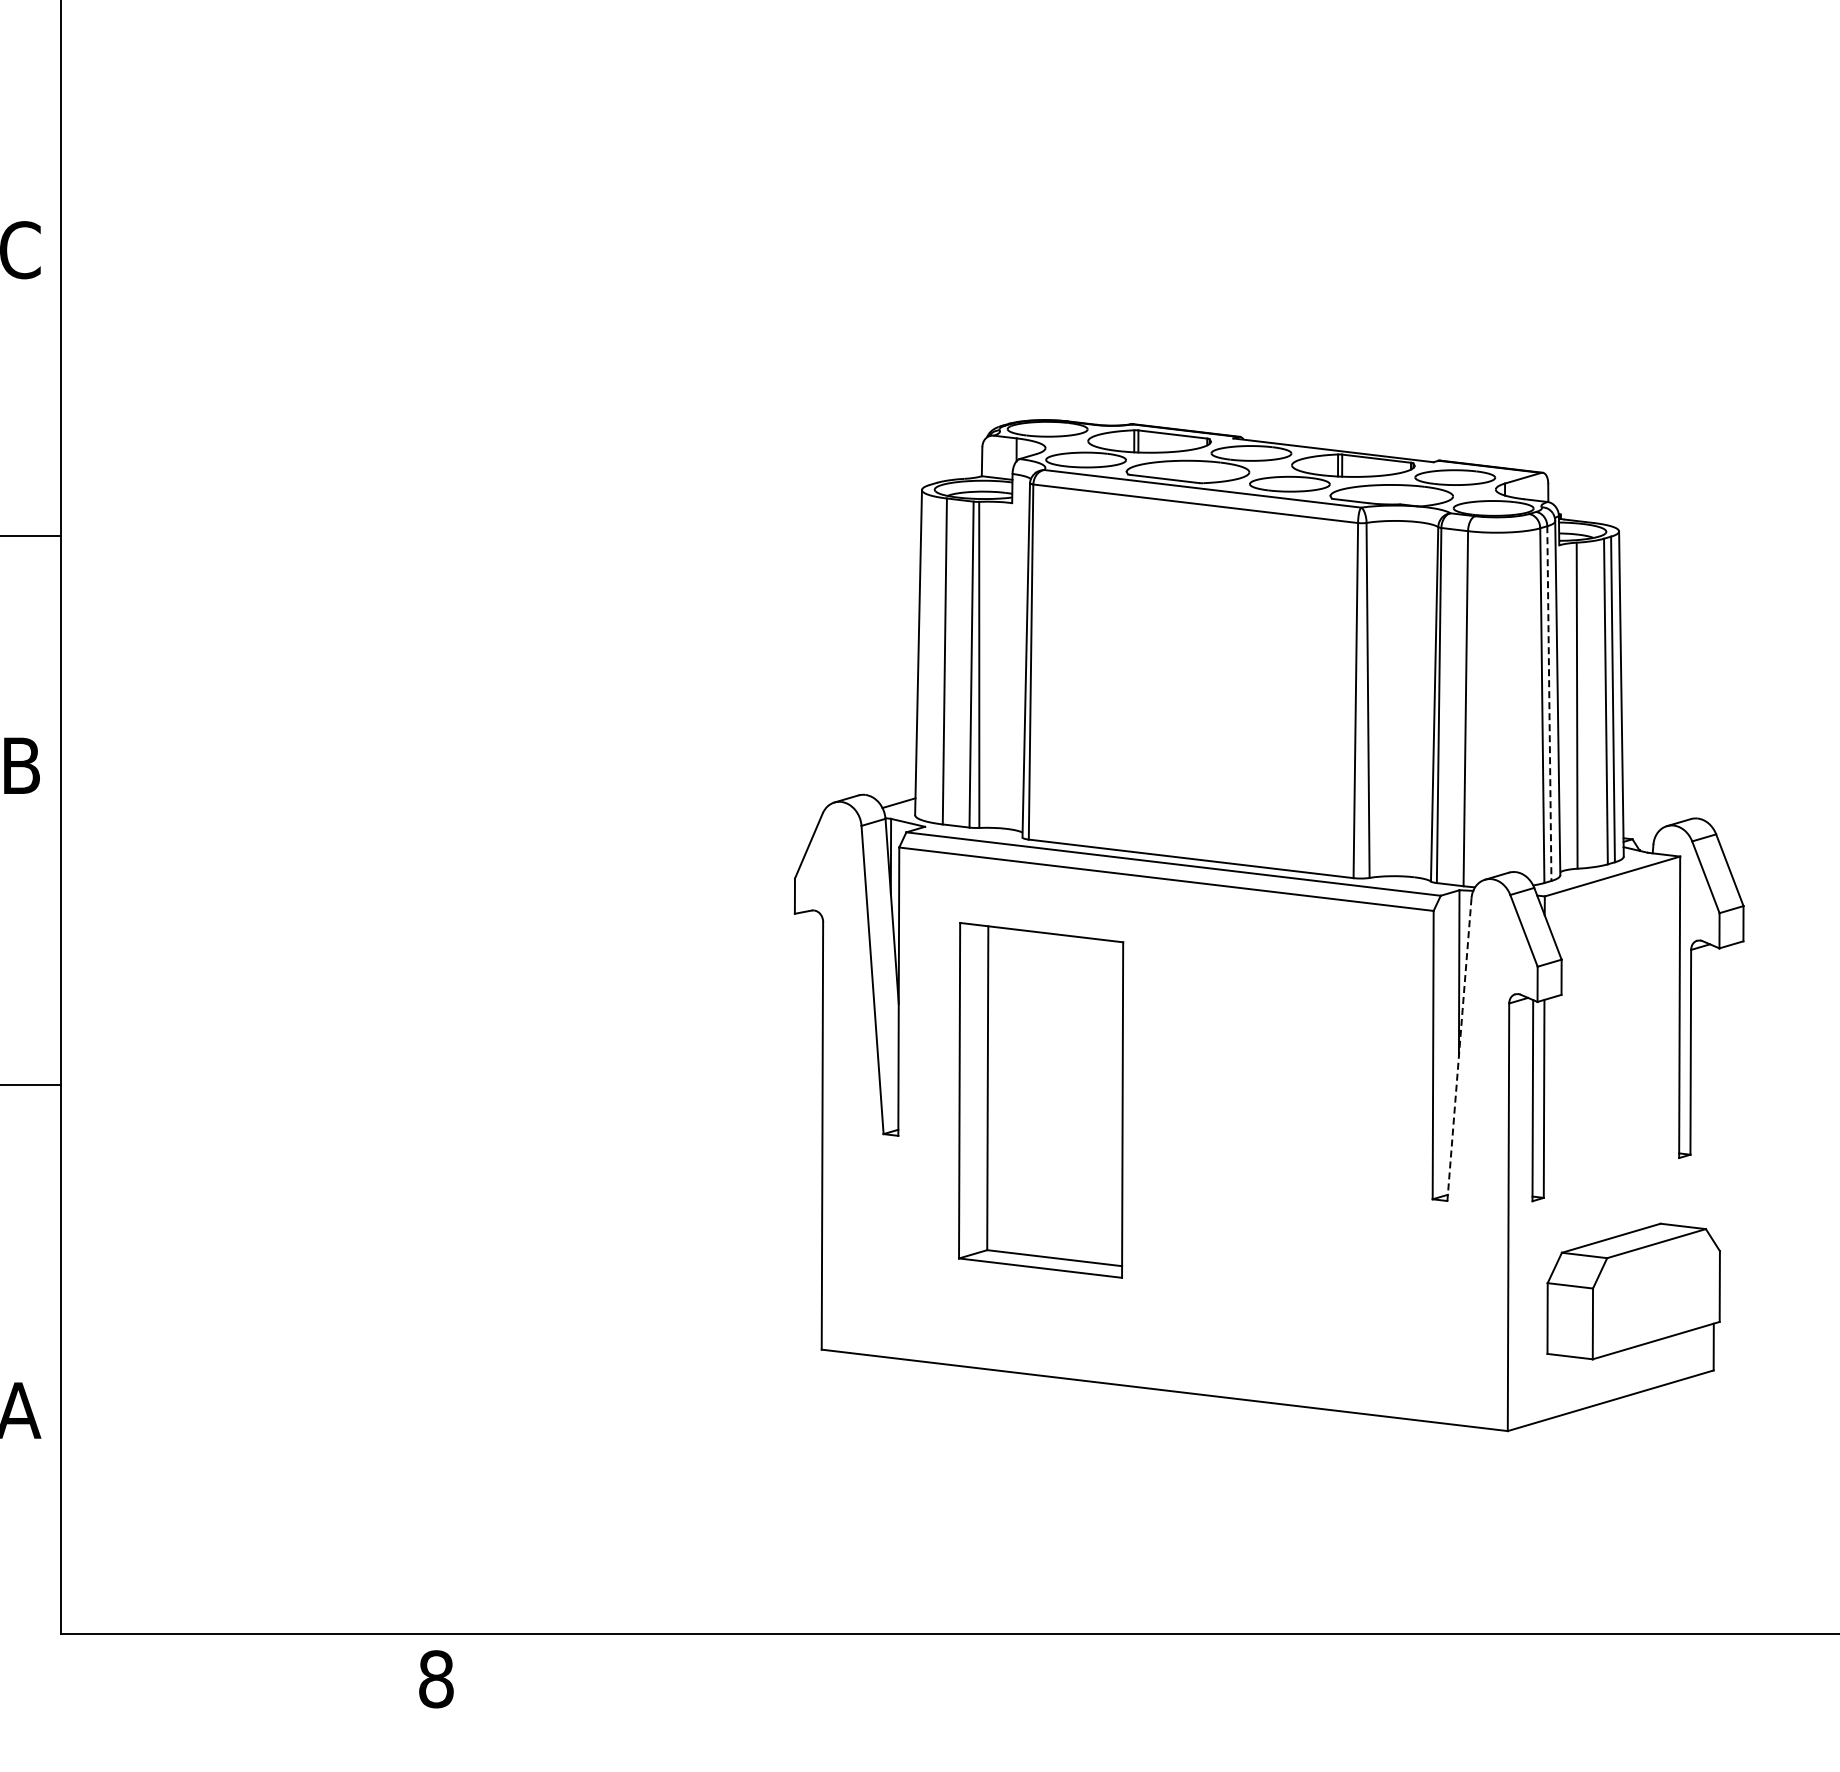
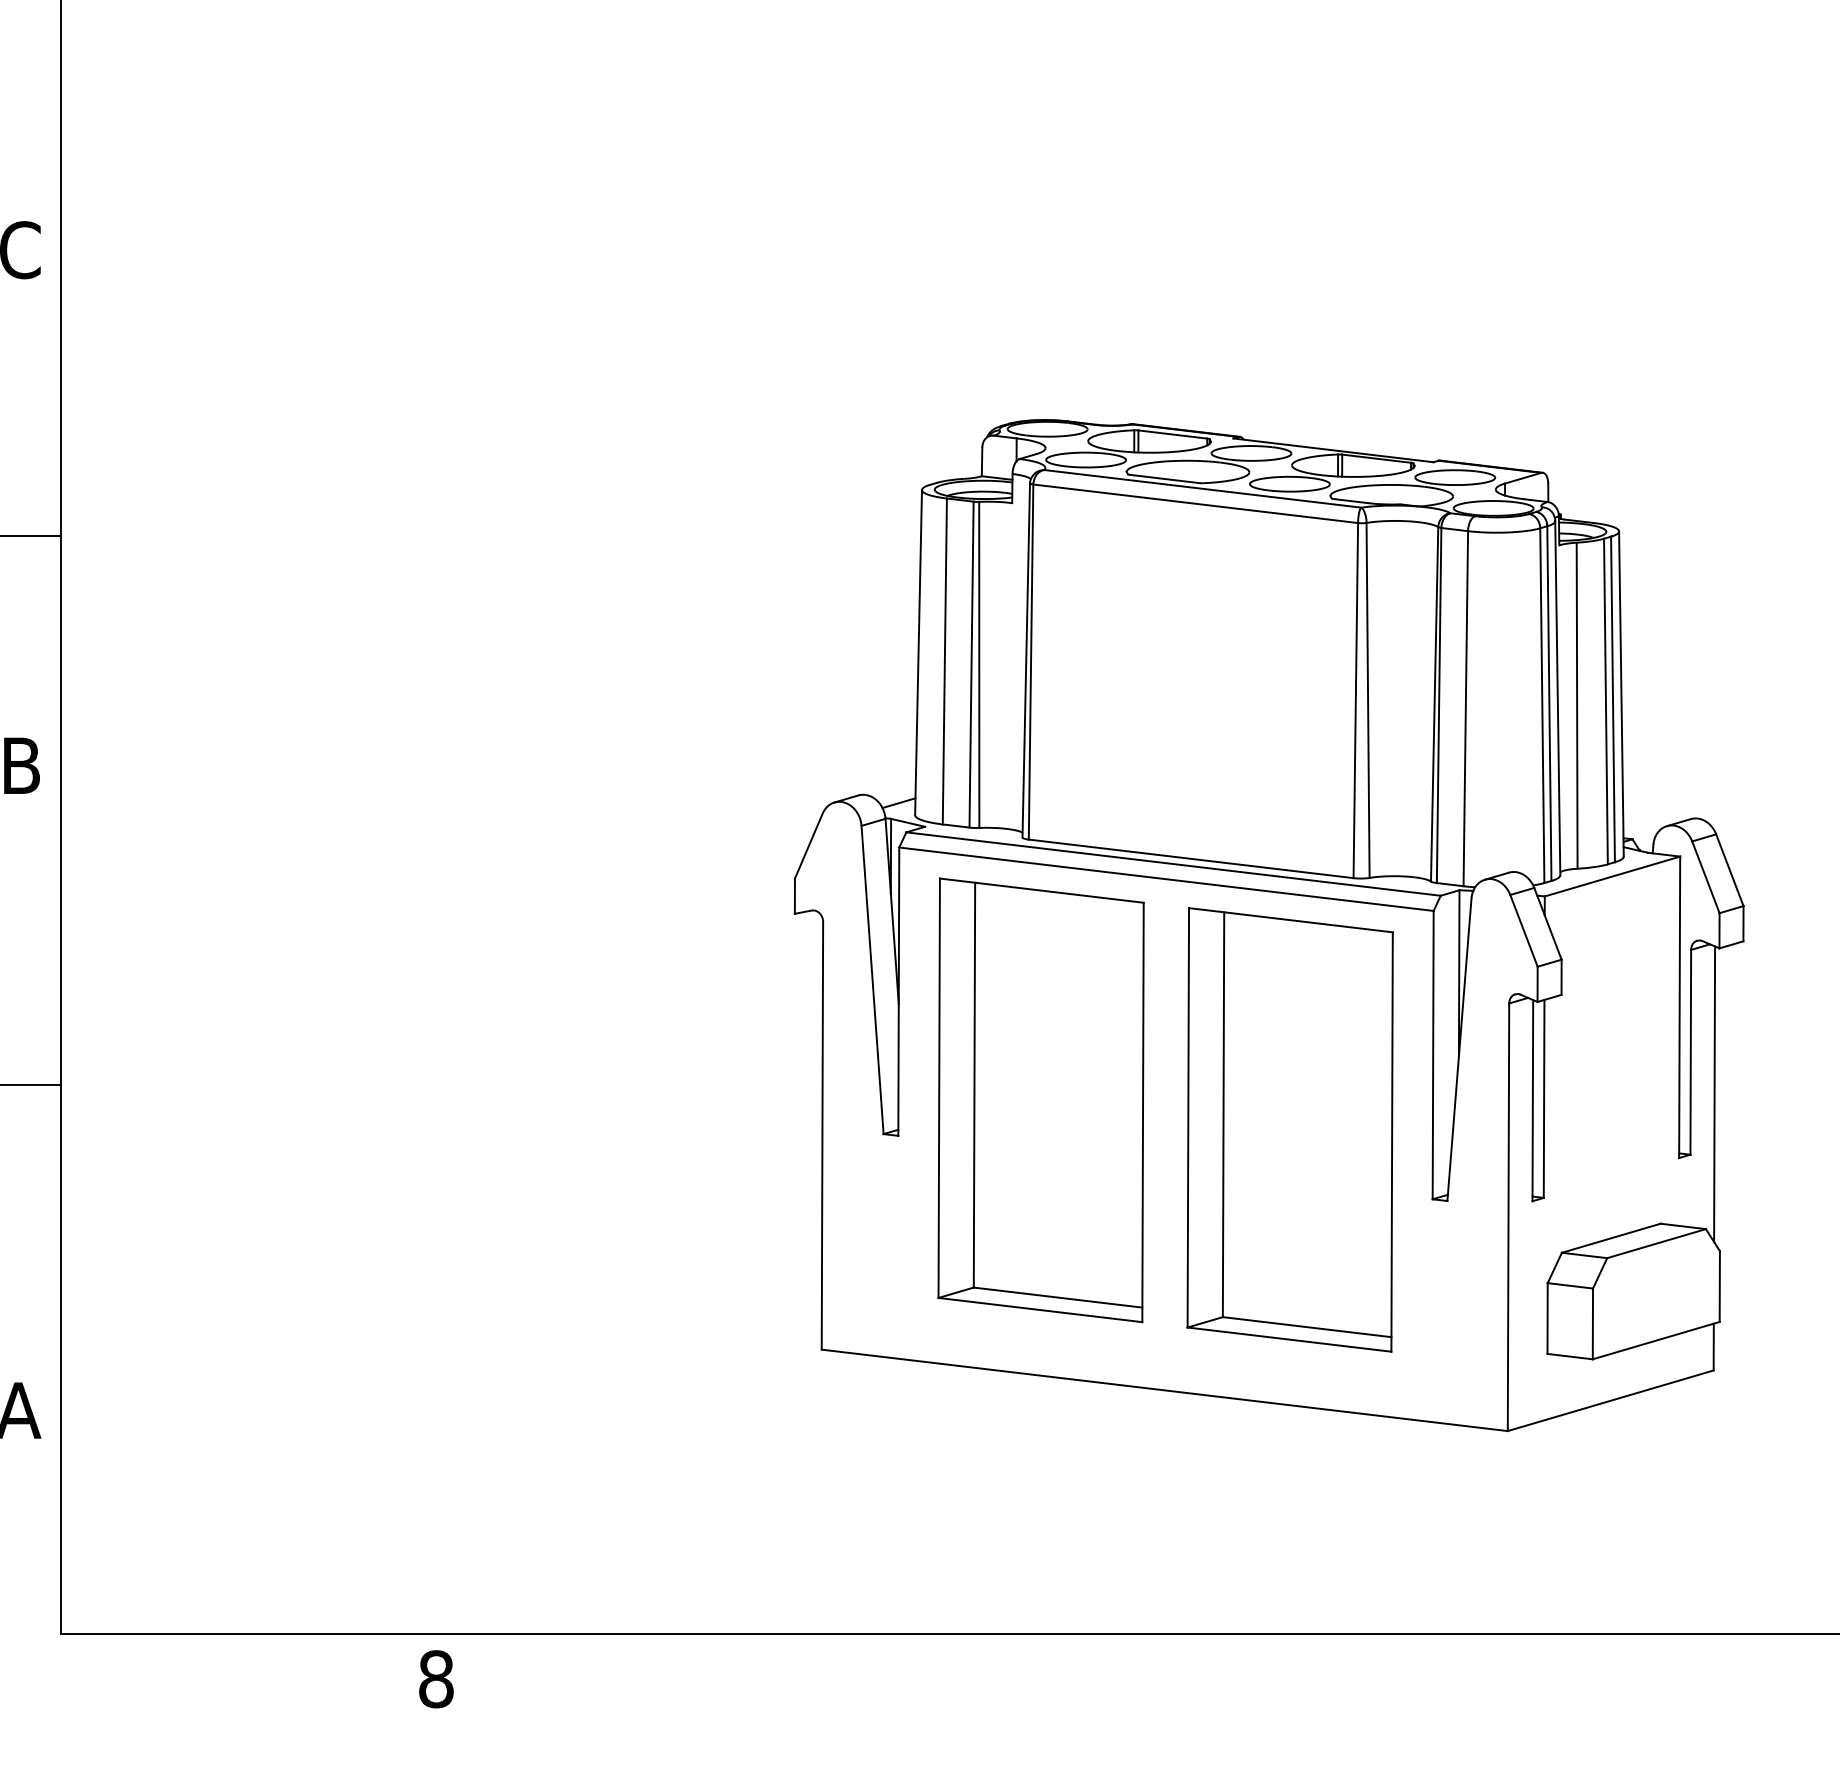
line at (1549, 704): dashed -> solid
line at (1459, 1049): dashed -> solid
line at (1714, 1093): none -> present
part at (1041, 1100) size: 167x357 px -> 208x447 px
part at (1289, 1129): none -> present
